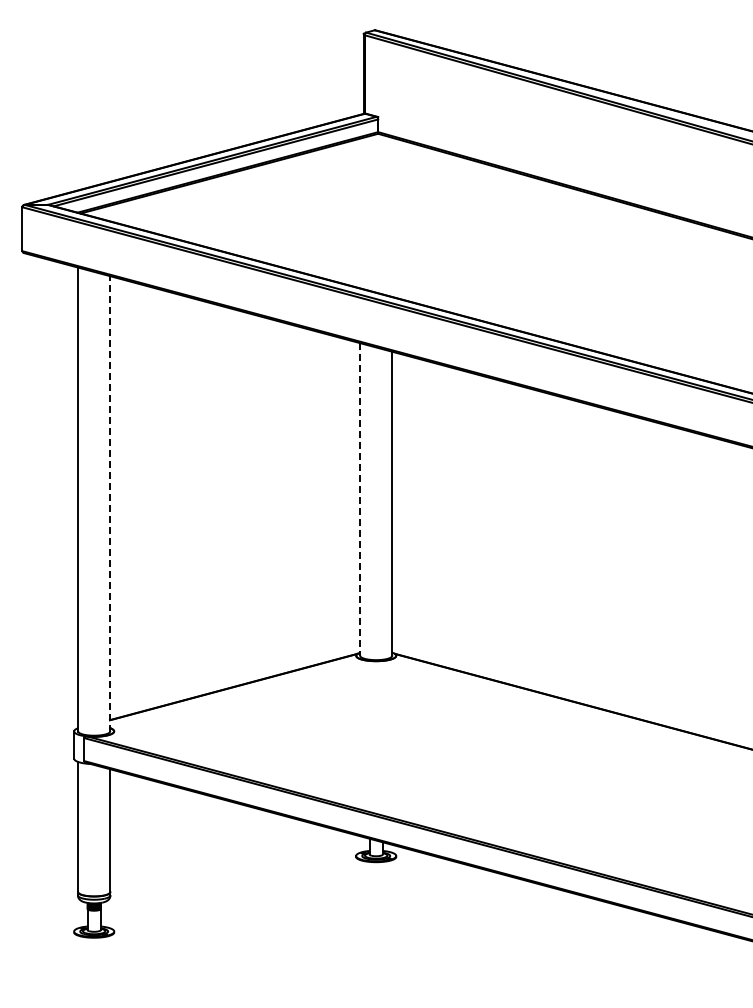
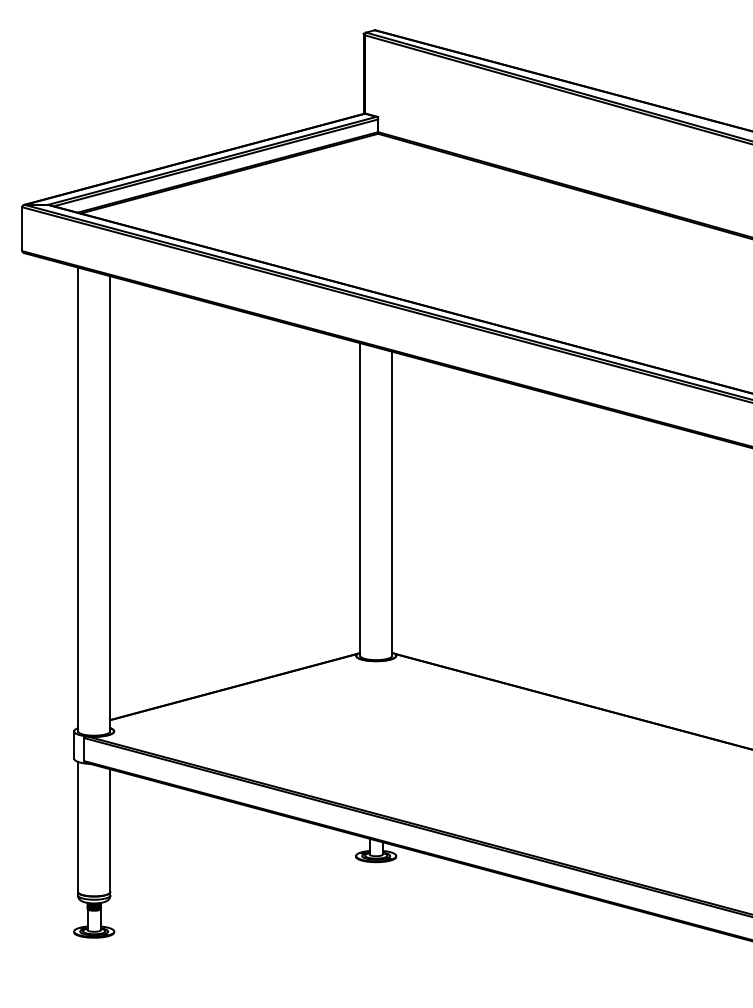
line at (360, 499): dashed -> solid
line at (110, 504): dashed -> solid
